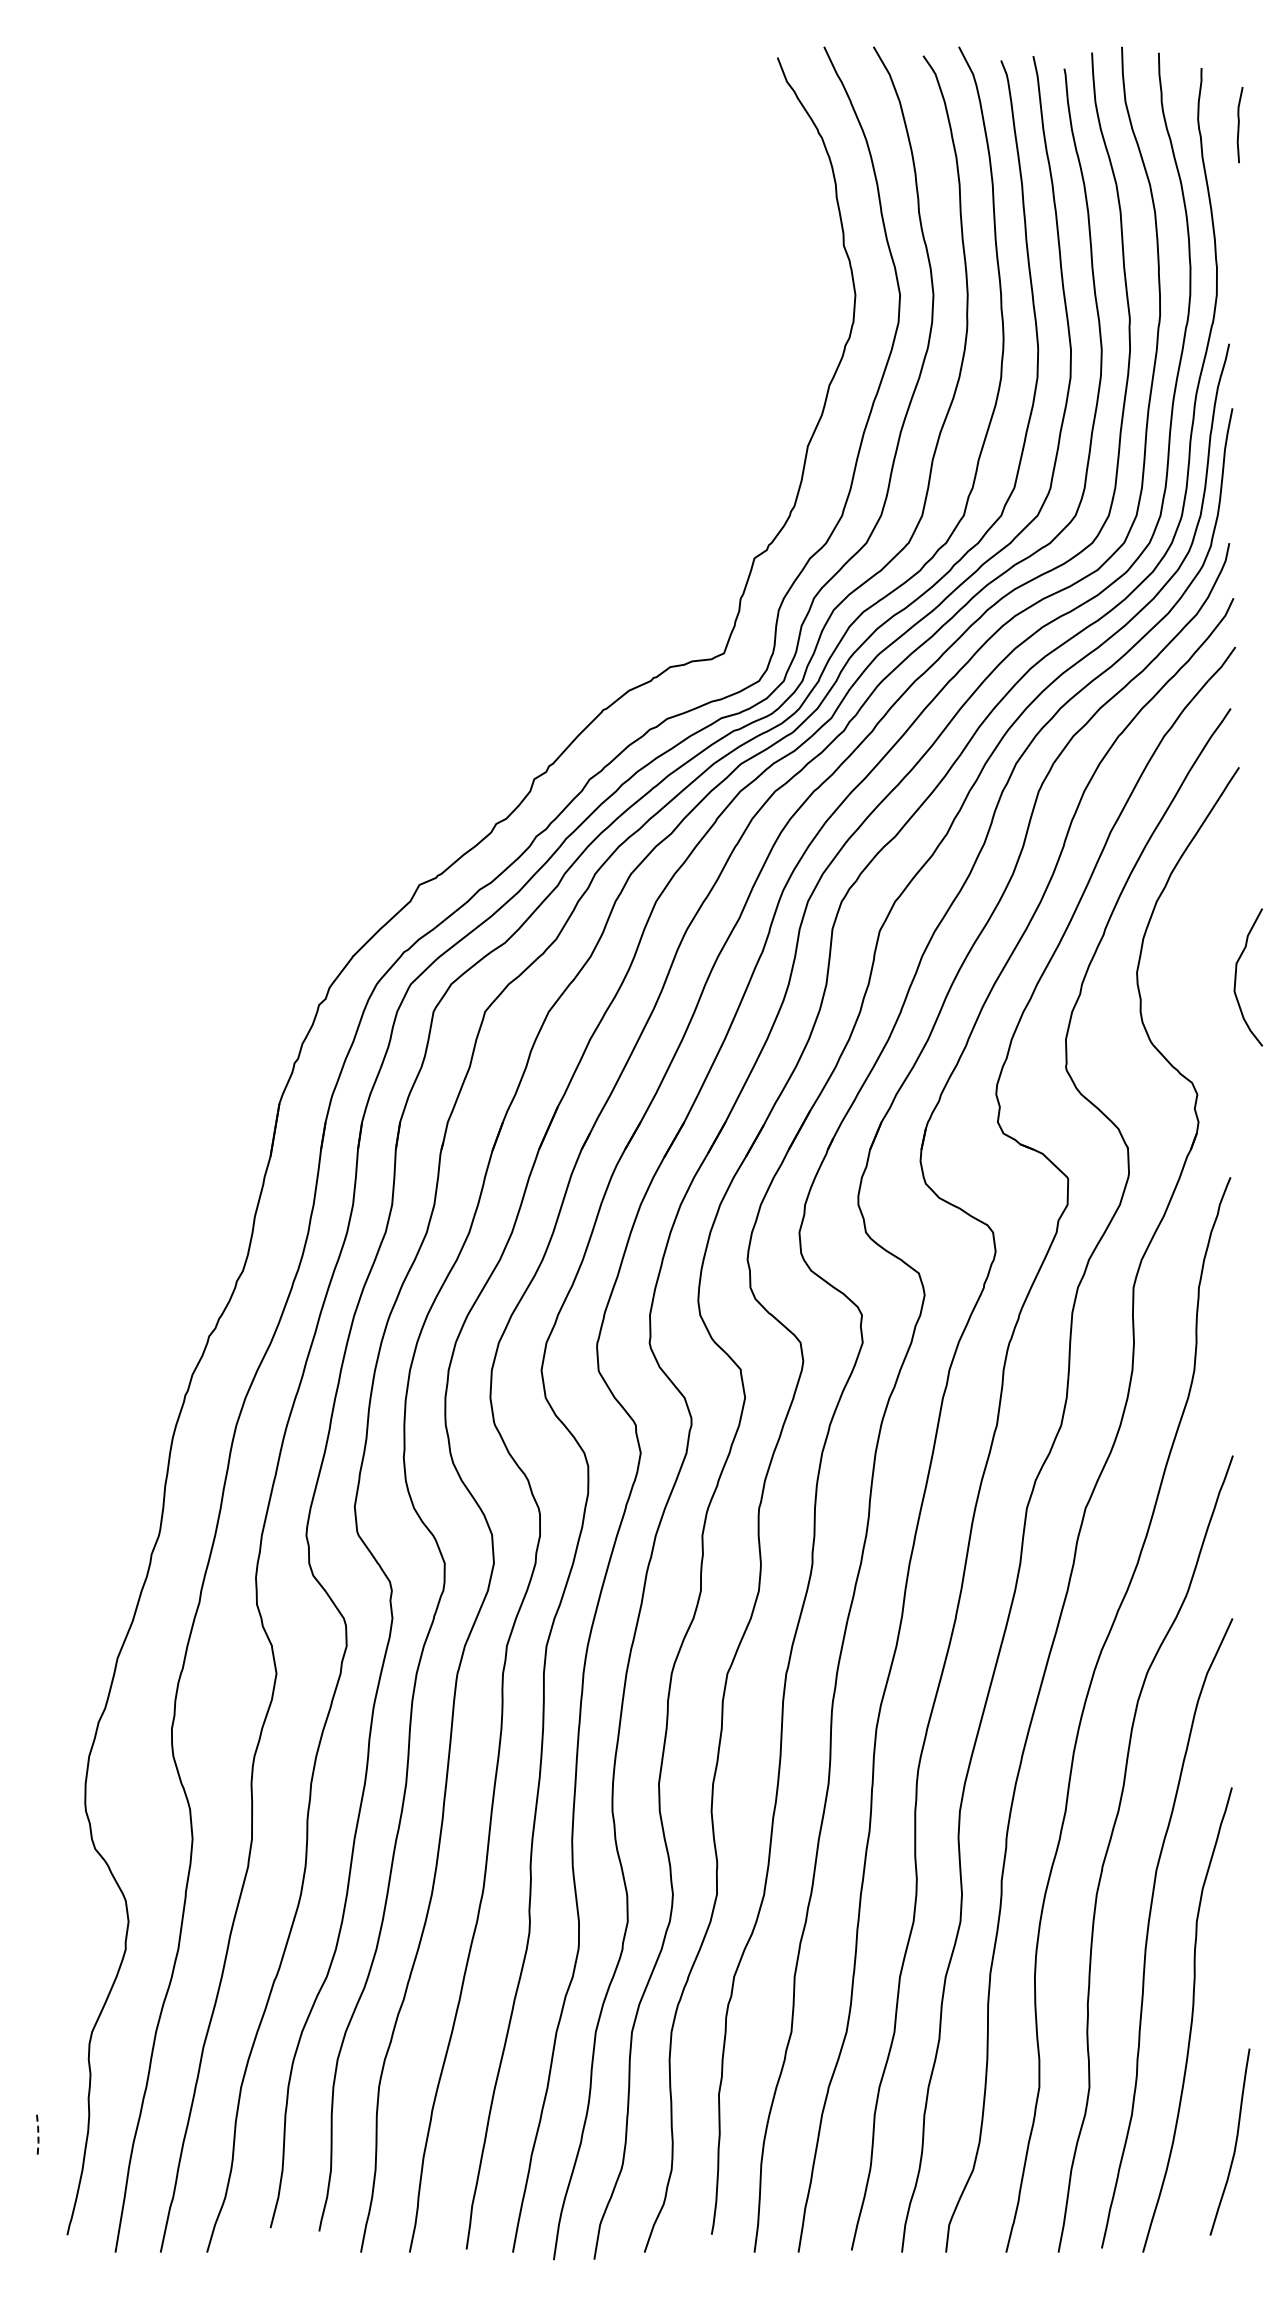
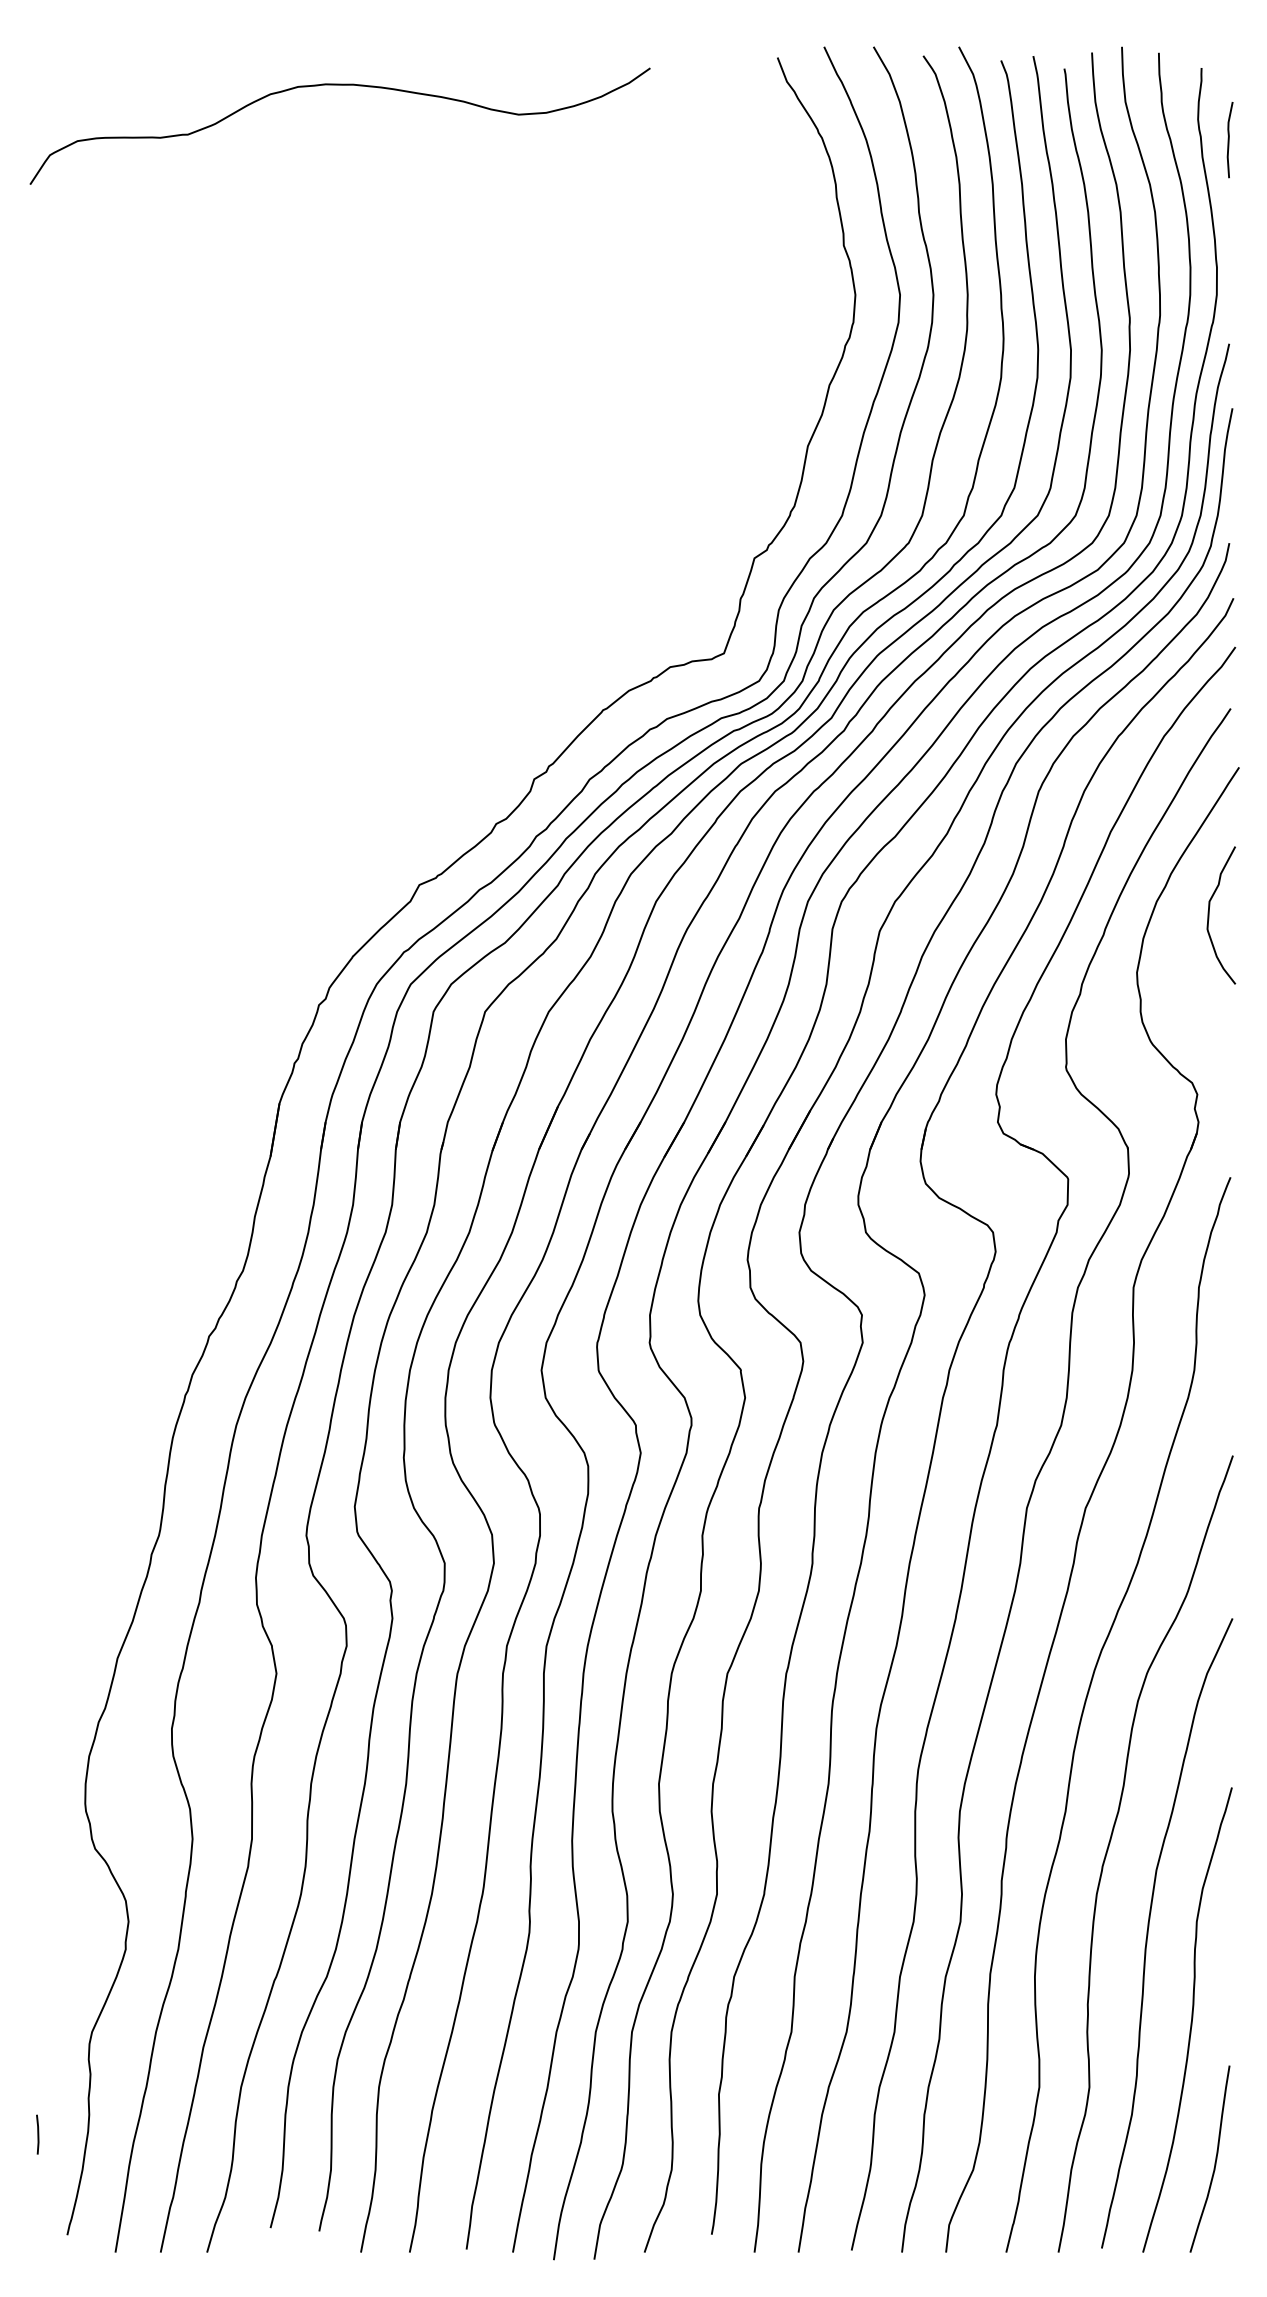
curve at (339, 85): none -> present
curve at (1239, 125) position: (1239, 125) -> (1229, 140)
curve at (1236, 977) position: (1236, 977) -> (1209, 915)
line at (38, 2134): dashed -> solid
curve at (1235, 2141) position: (1235, 2141) -> (1215, 2158)
